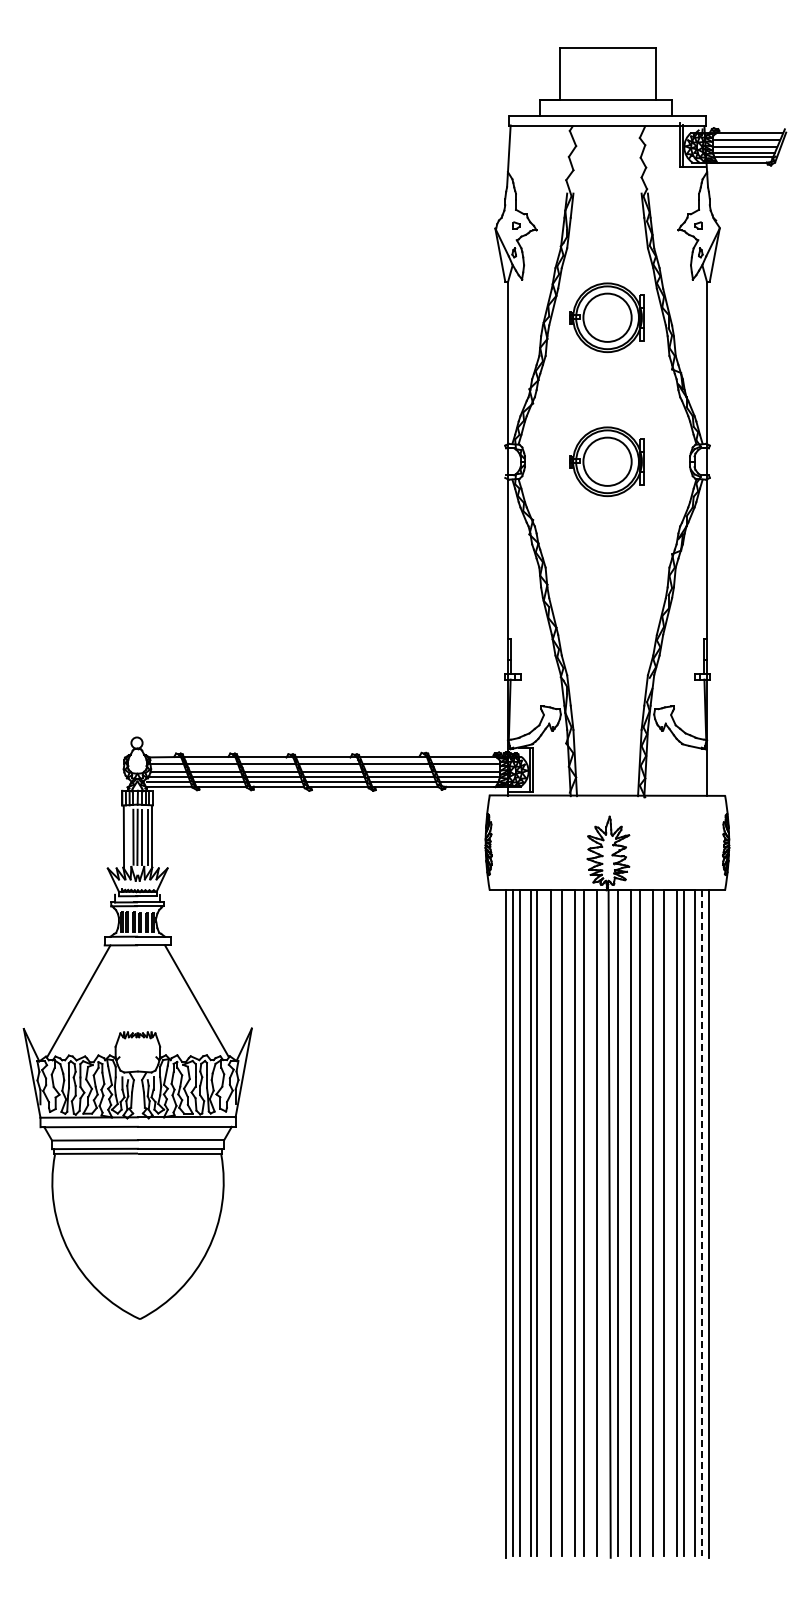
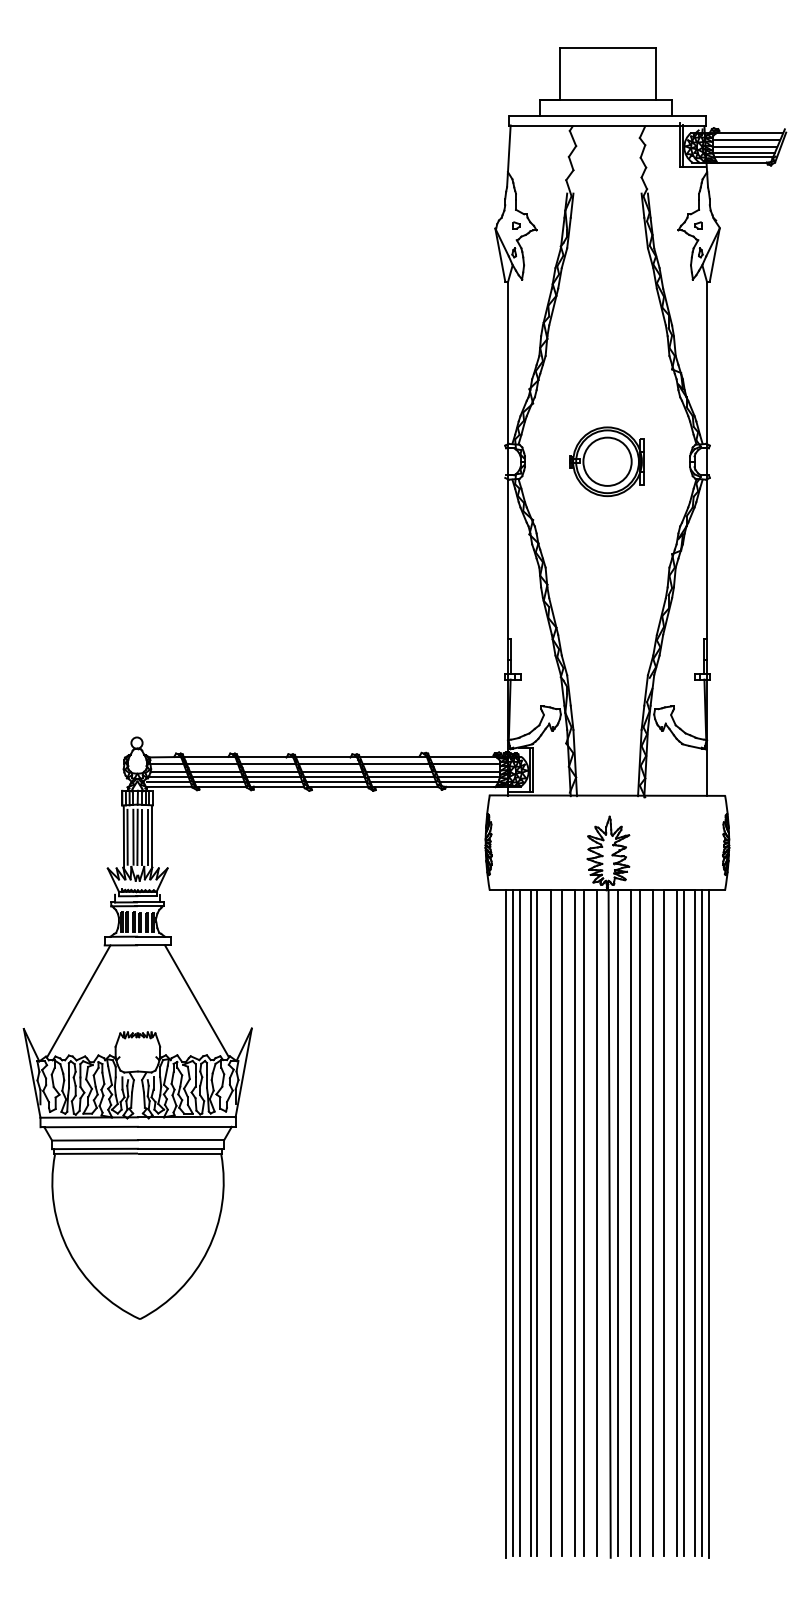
part at (606, 317): present -> none
line at (127, 836): none -> present
line at (701, 1223): dashed -> solid
